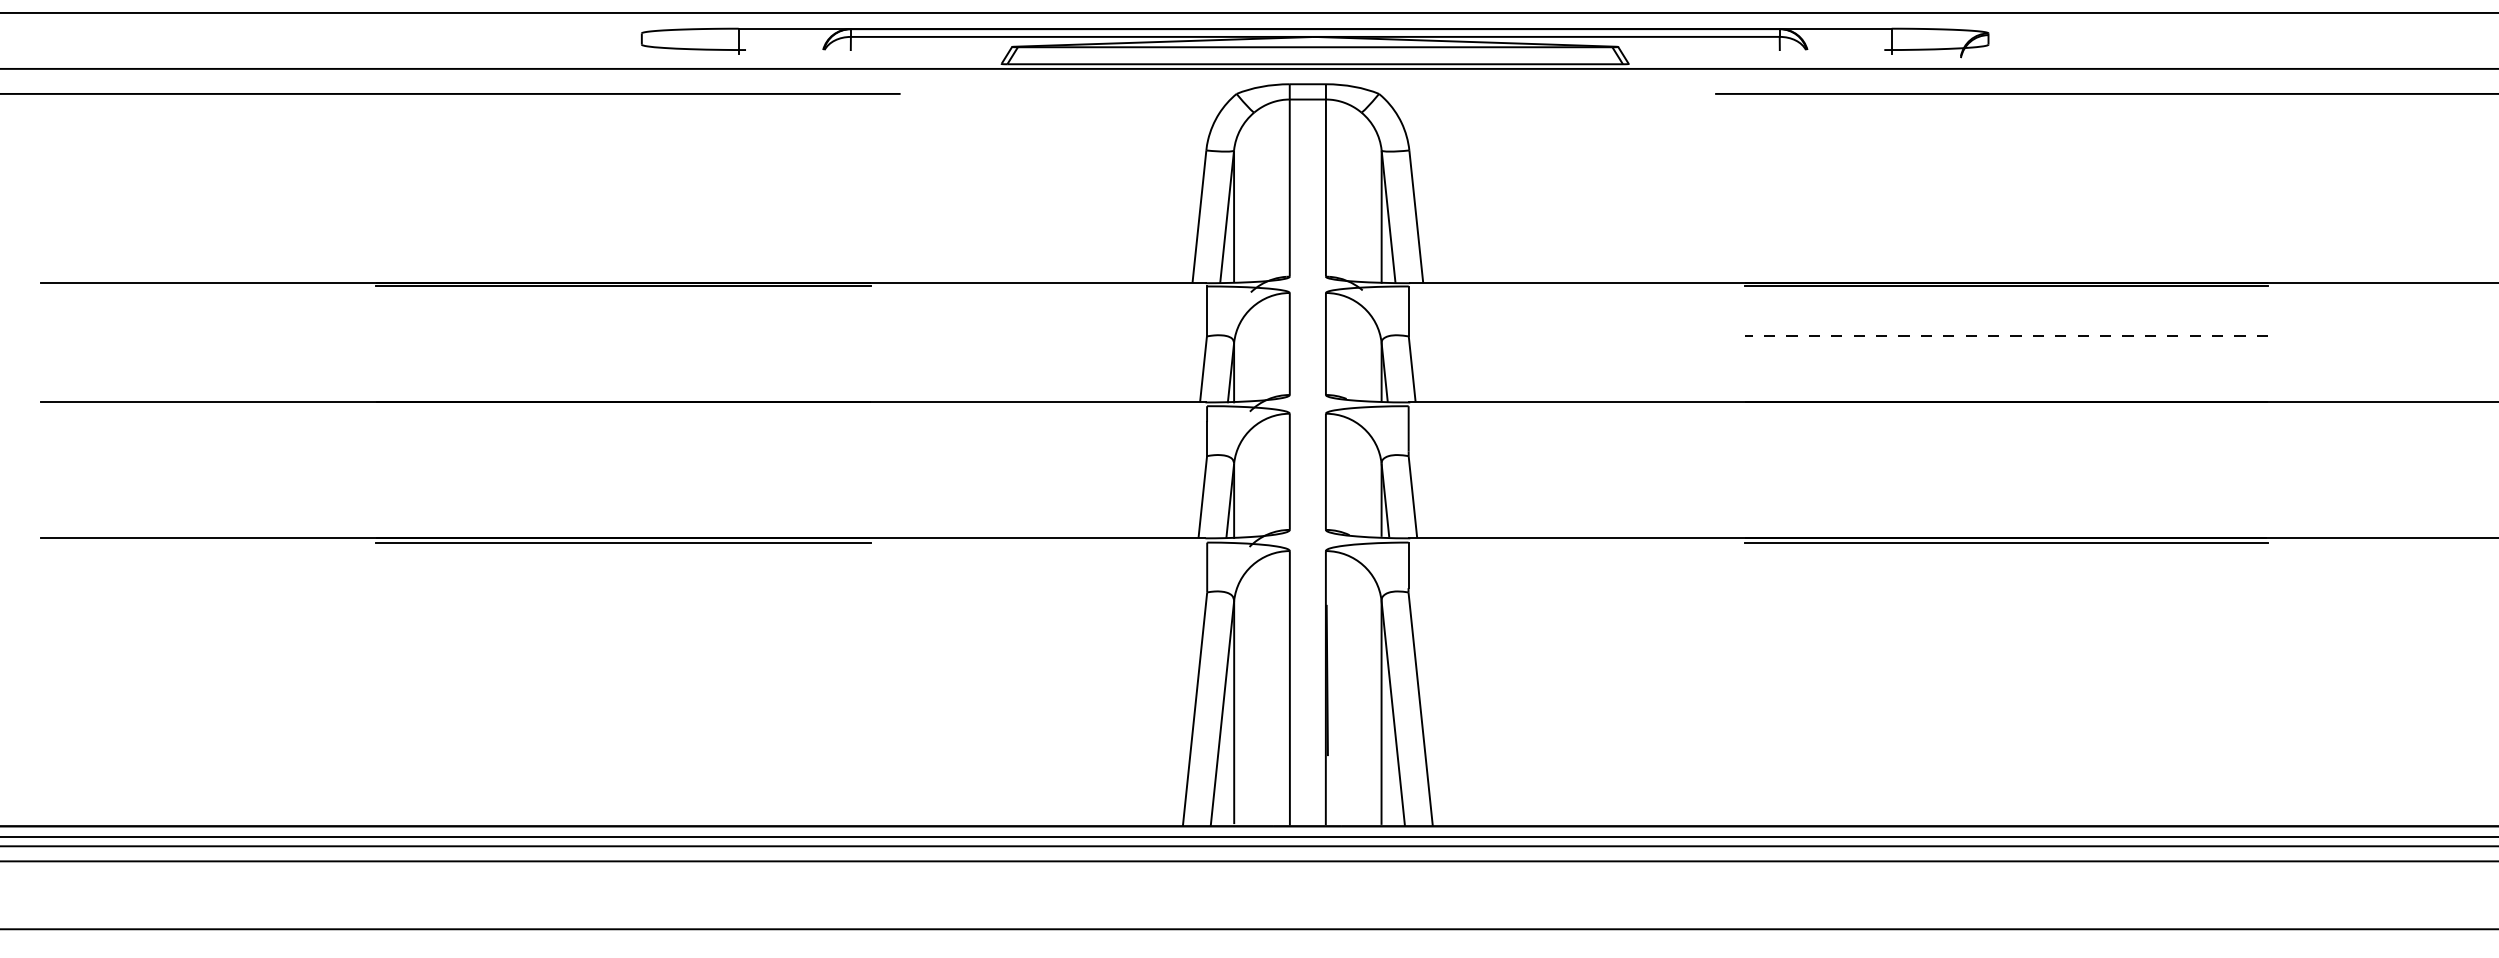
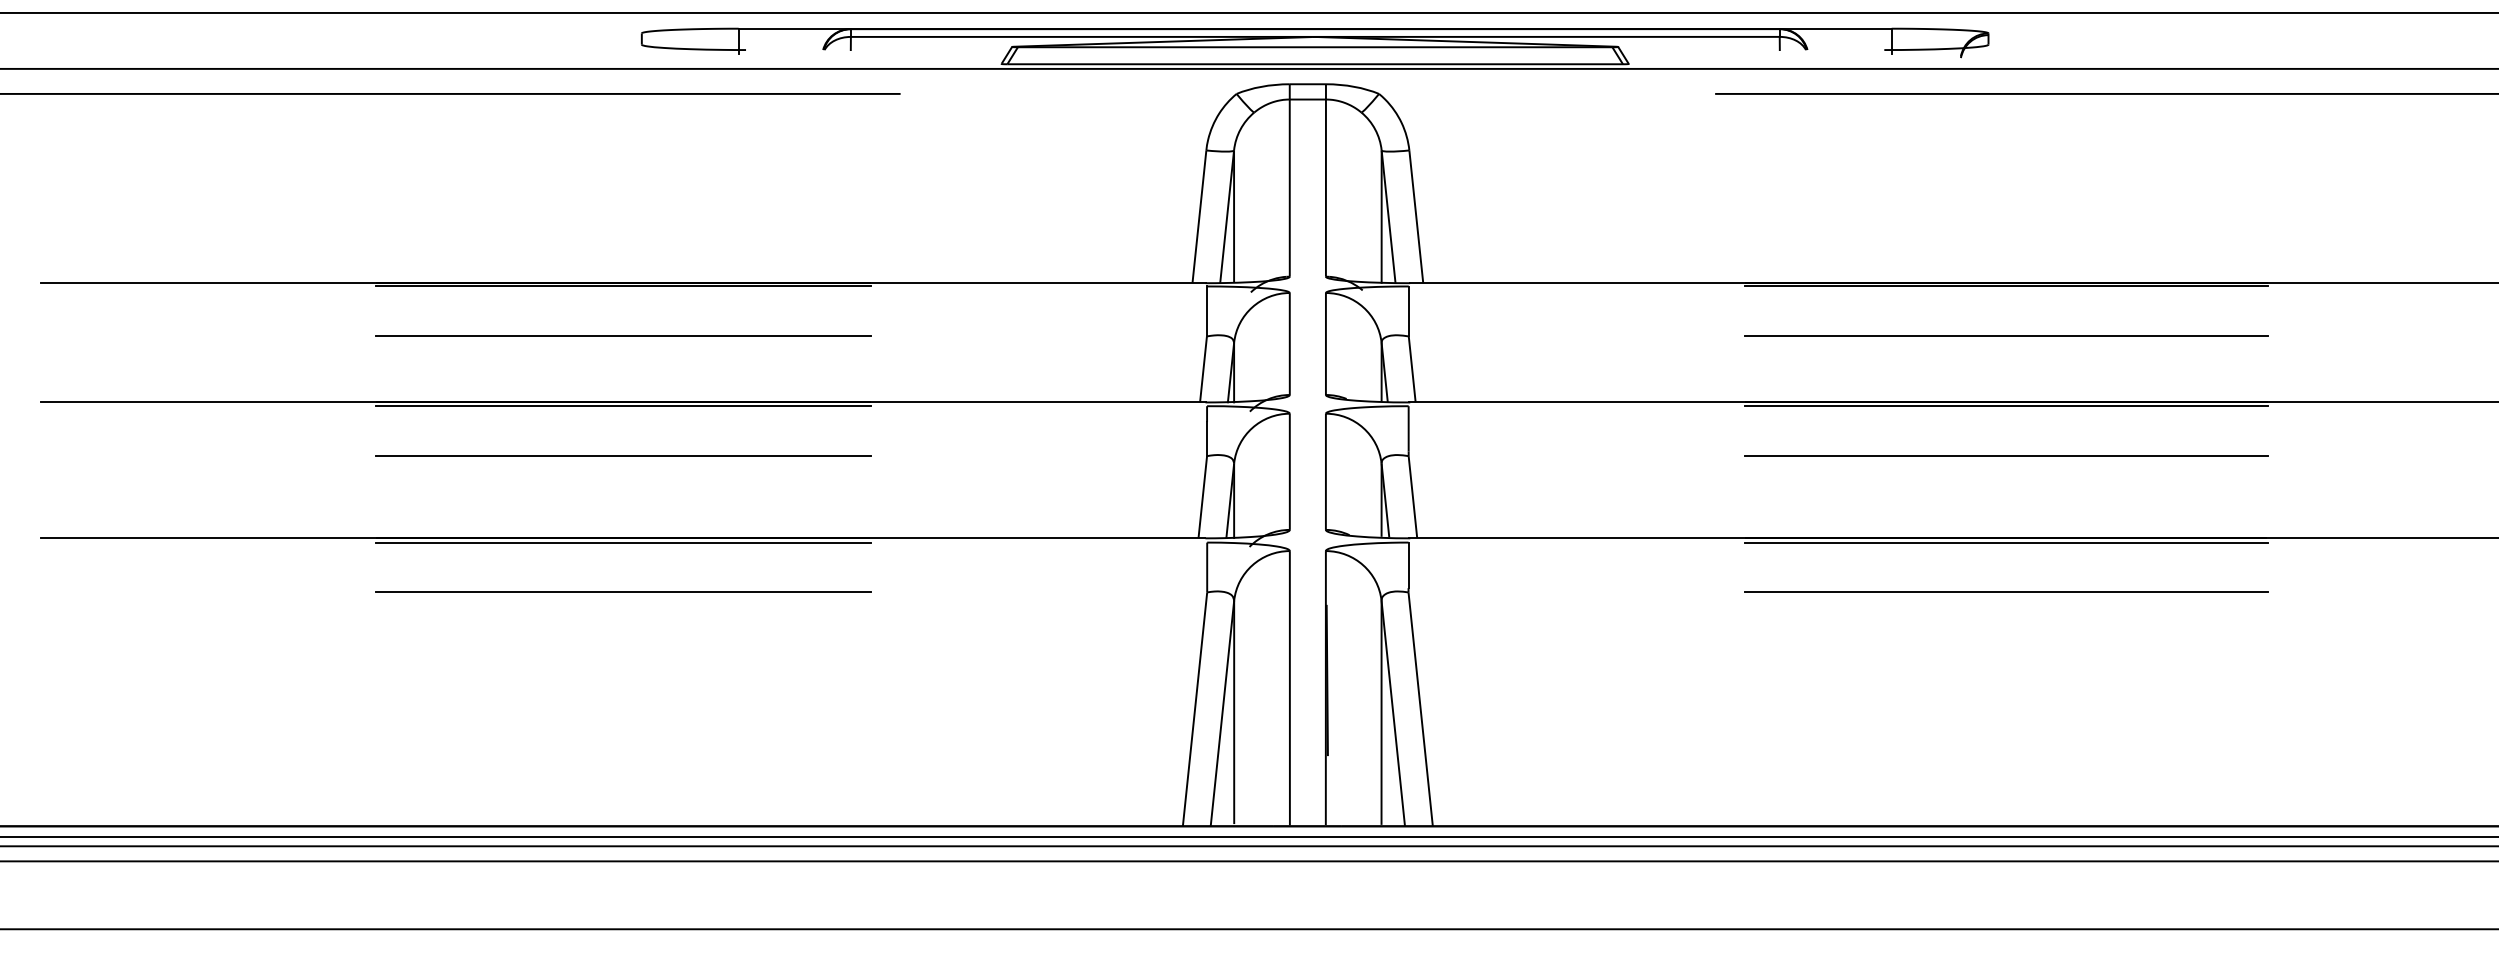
line at (622, 336): none -> present
line at (2006, 336): dashed -> solid
line at (623, 406): none -> present
line at (2006, 406): none -> present
line at (623, 455): none -> present
line at (2006, 456): none -> present
line at (623, 591): none -> present
line at (2006, 592): none -> present
